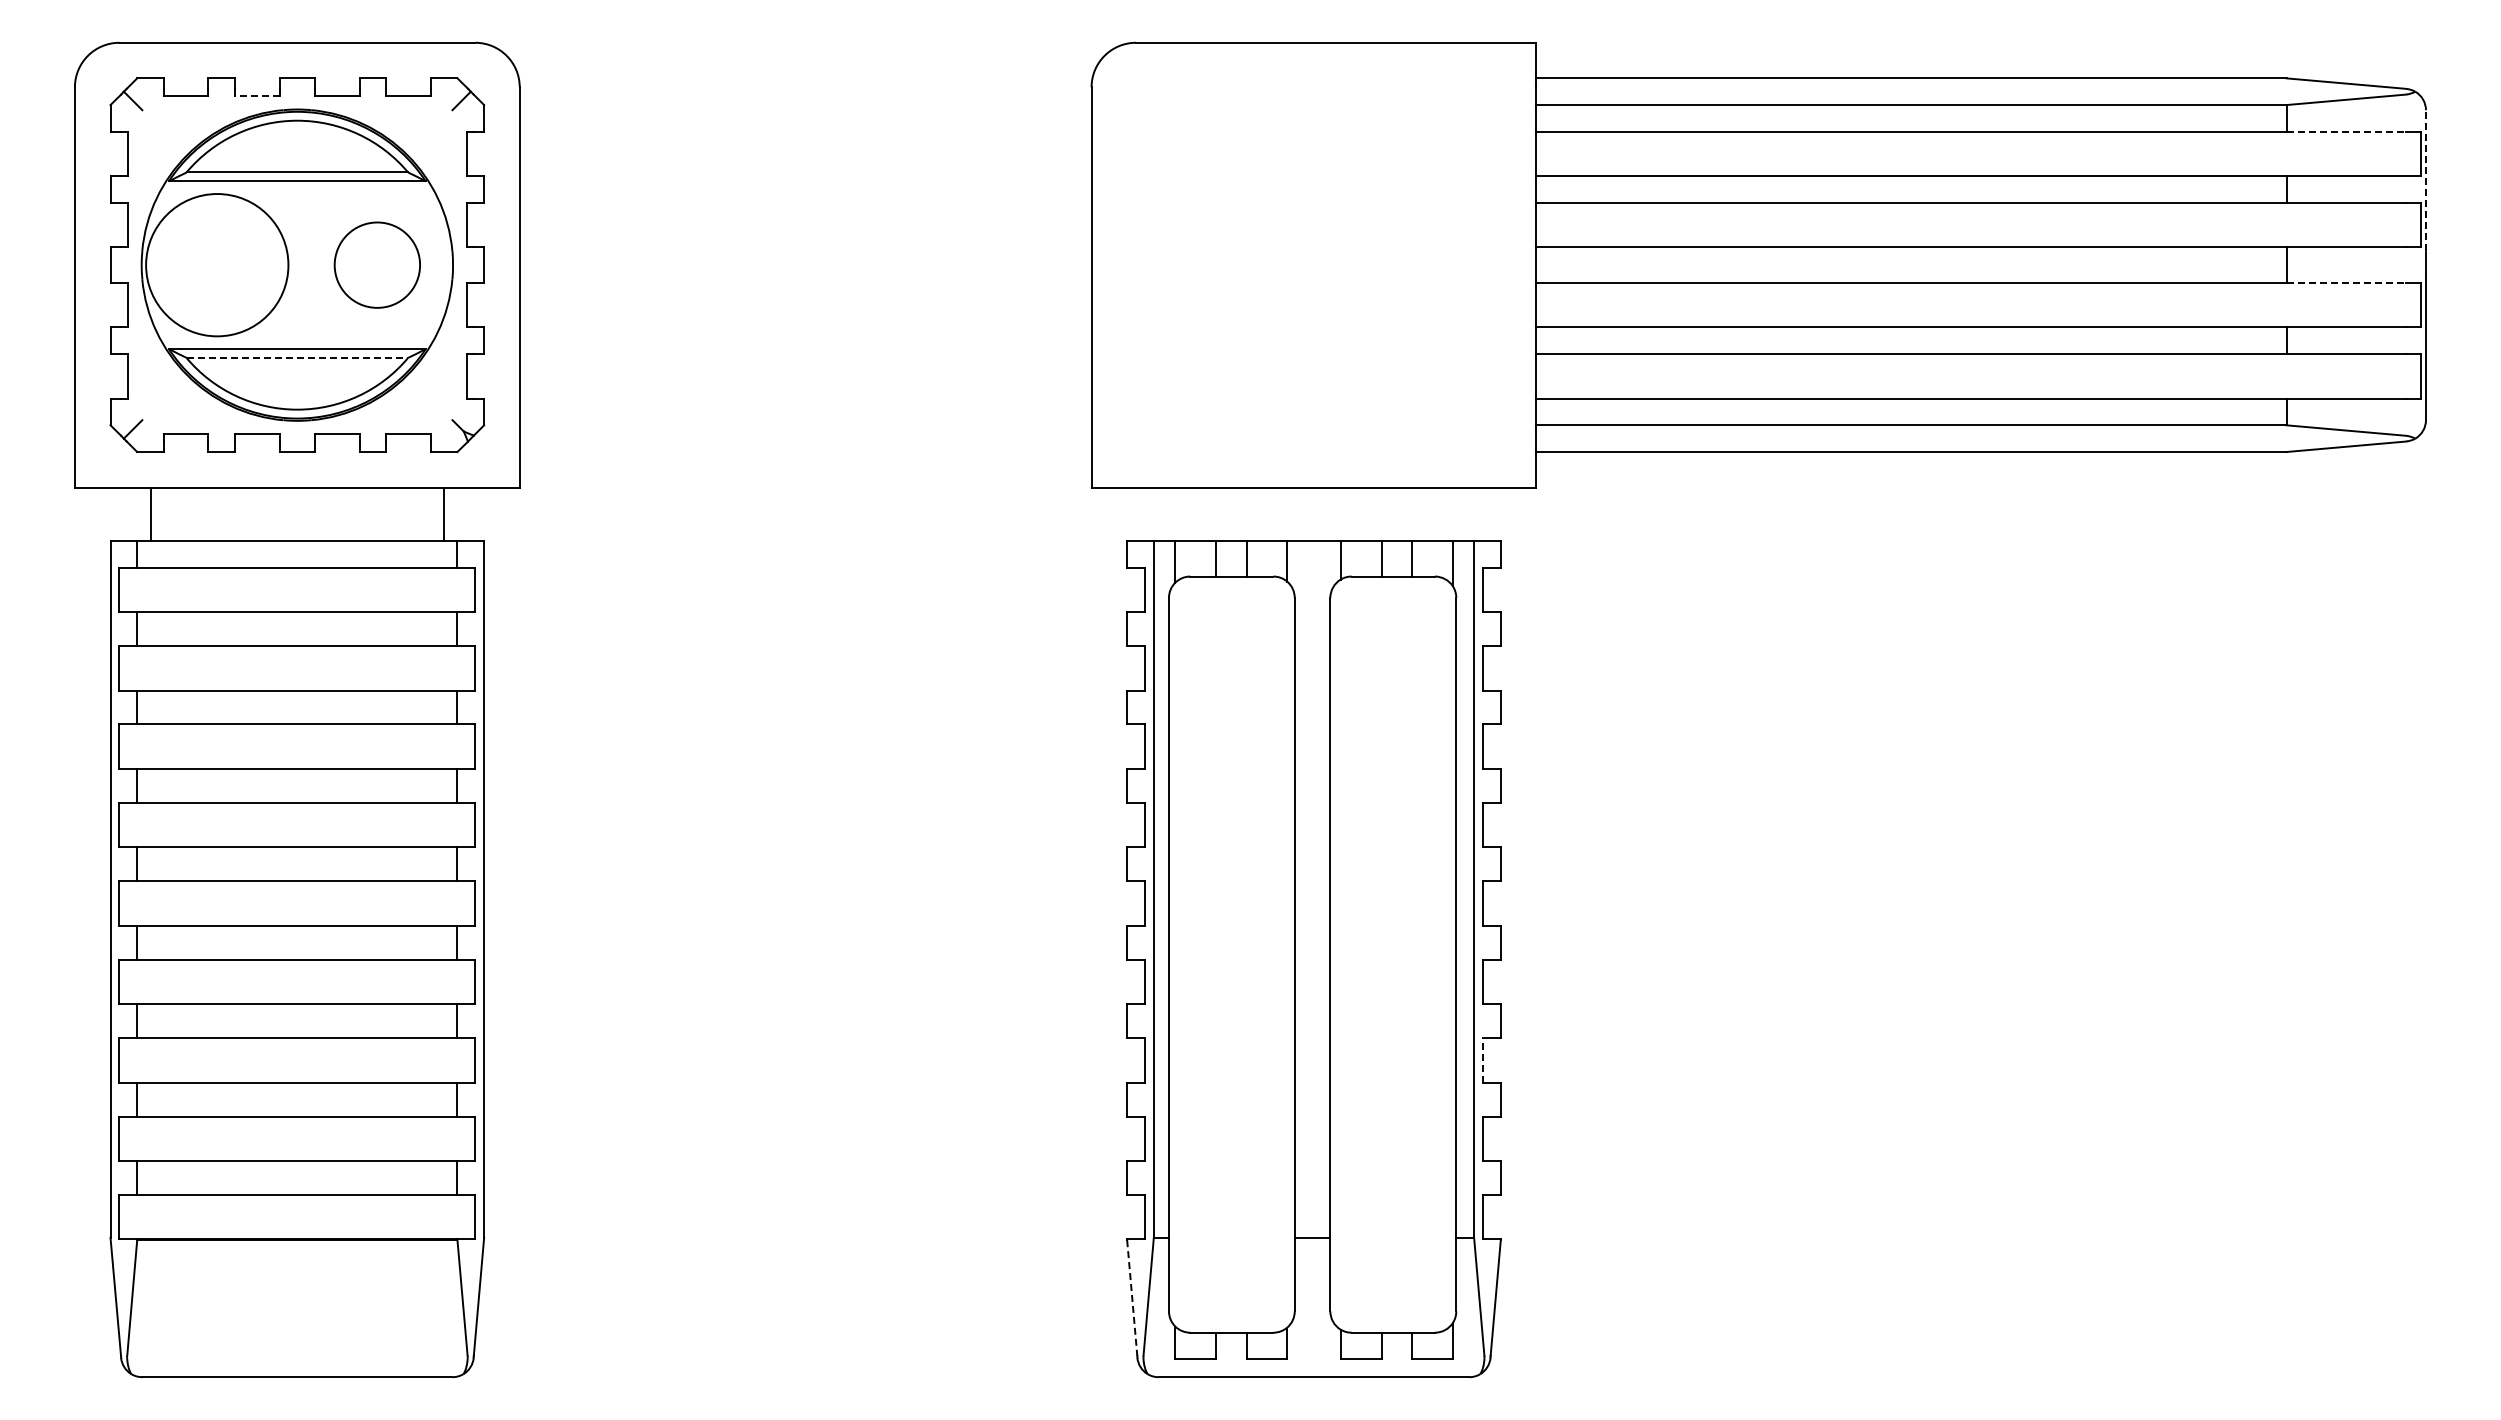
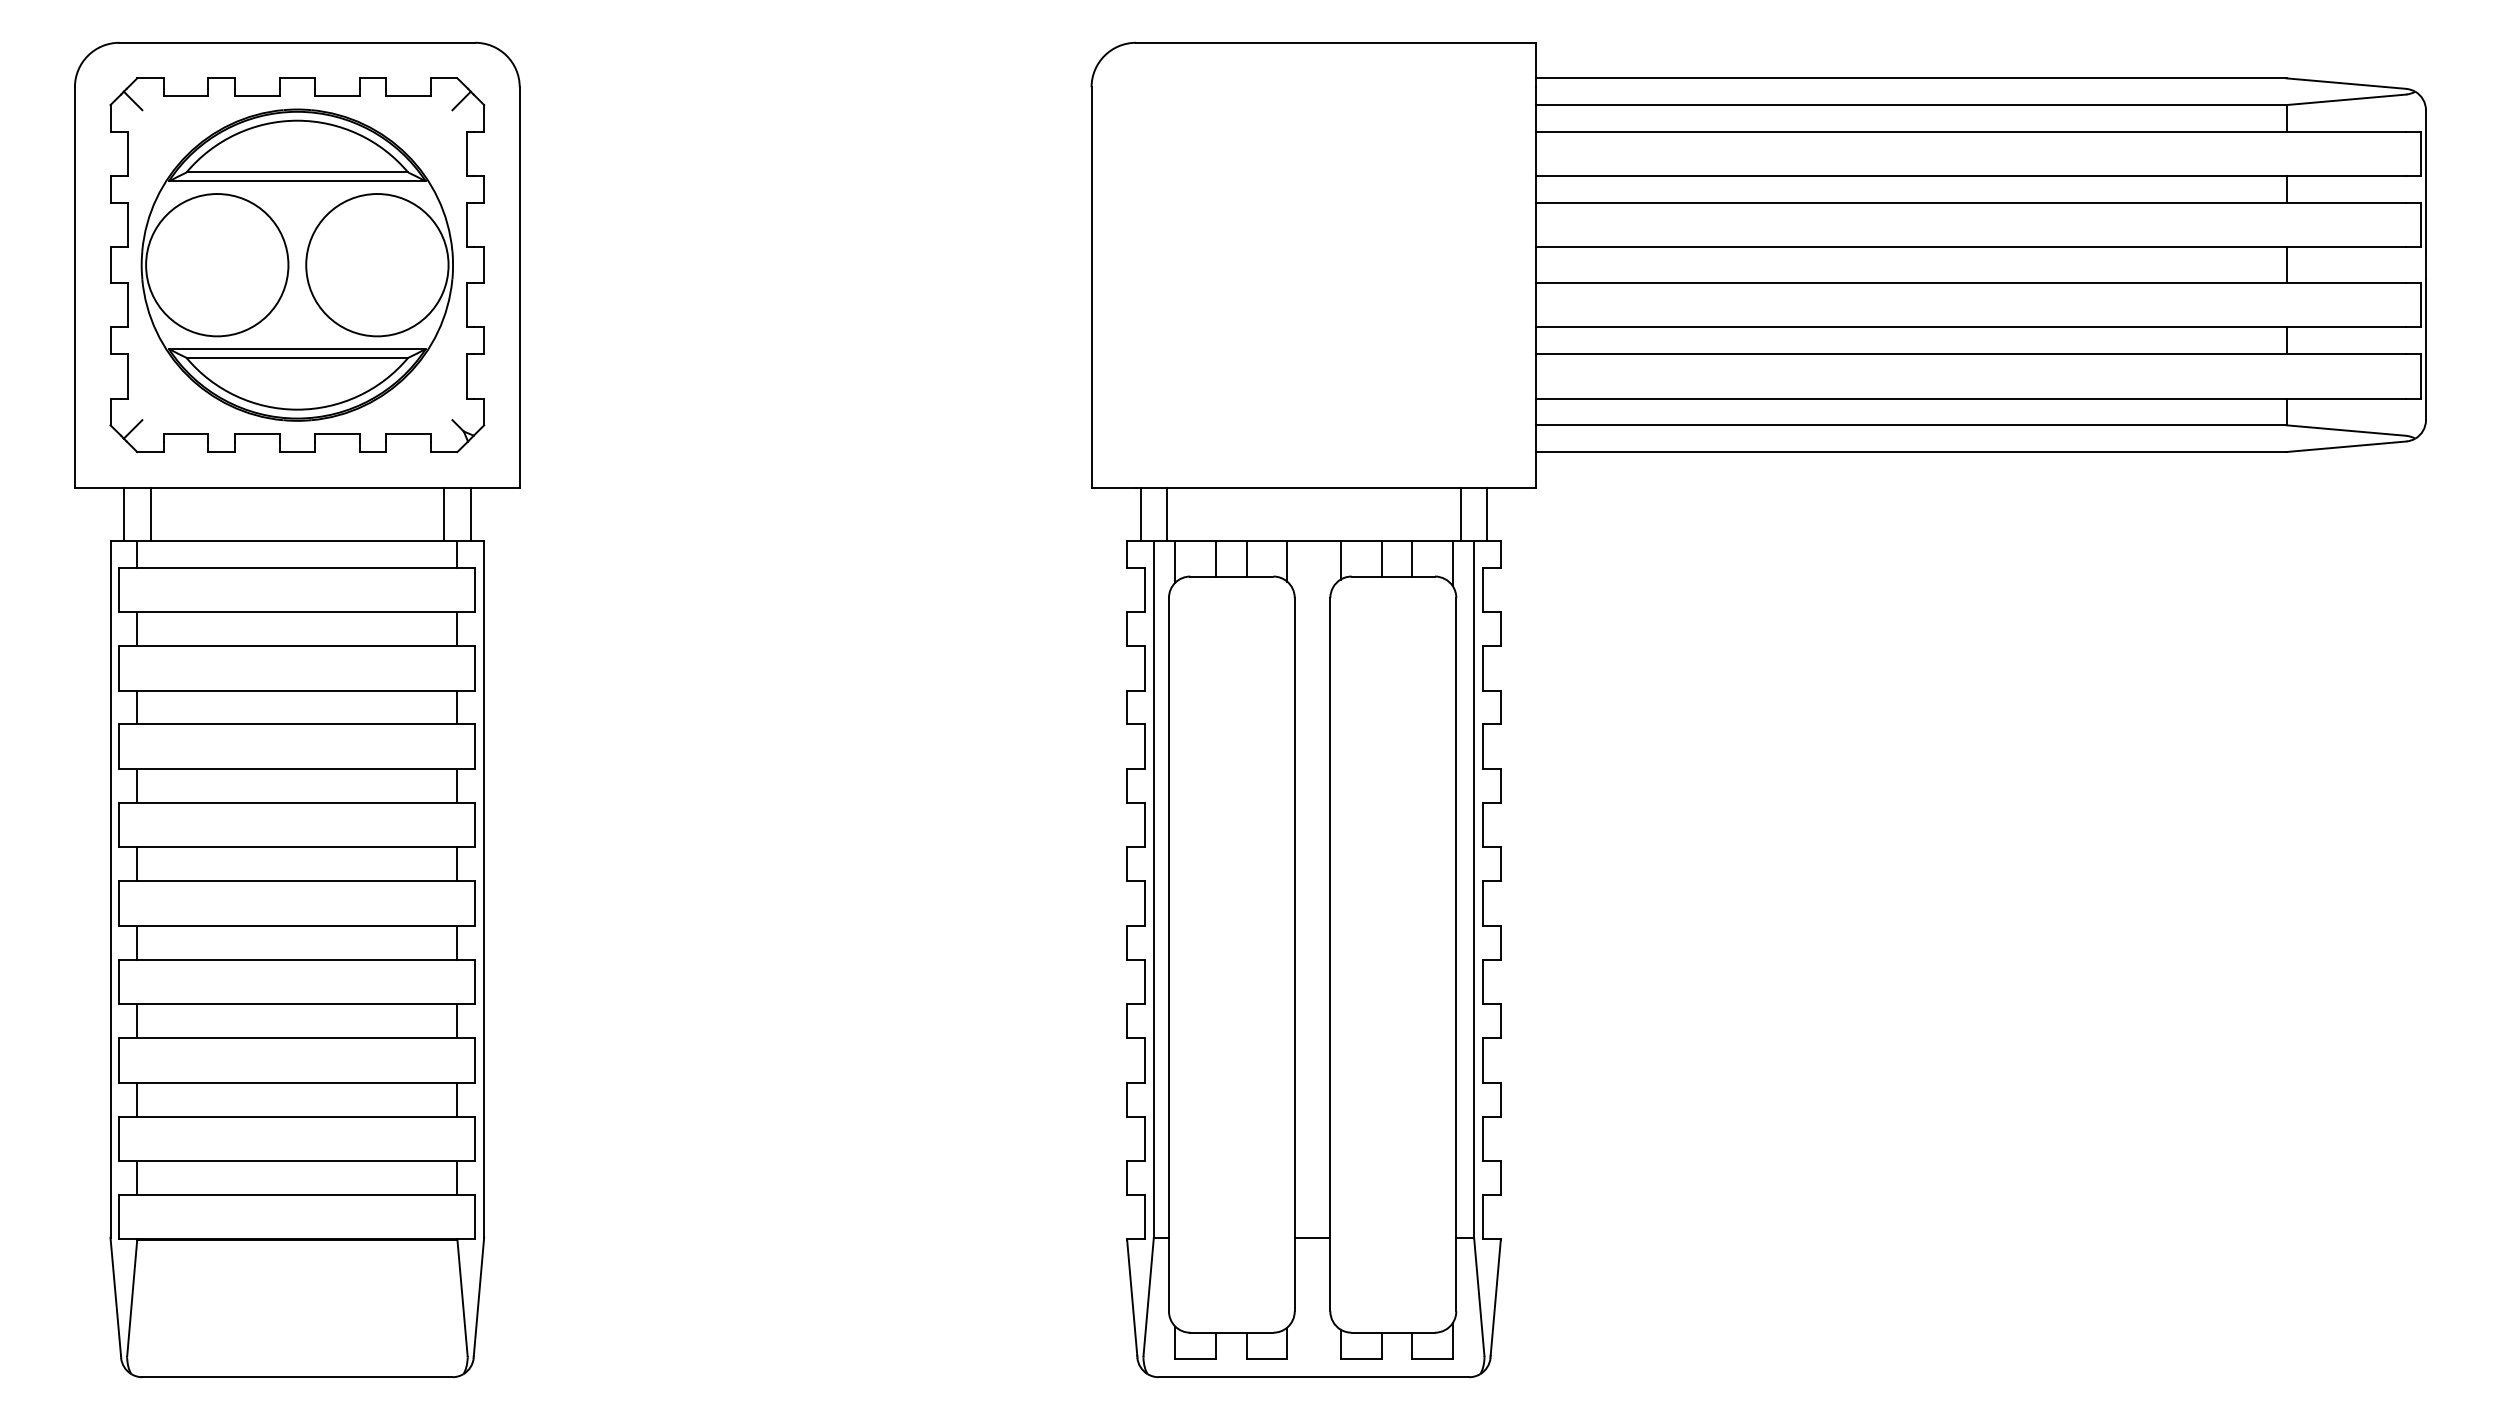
line at (256, 96): dashed -> solid
line at (2346, 131): dashed -> solid
line at (2425, 180): dashed -> solid
circle at (377, 264) diameter: 85 px -> 142 px
line at (2346, 282): dashed -> solid
line at (297, 357): dashed -> solid
line at (123, 513): none -> present
line at (470, 513): none -> present
line at (1140, 513): none -> present
line at (1167, 513): none -> present
line at (1460, 513): none -> present
line at (1487, 513): none -> present
line at (1483, 1059): dashed -> solid
line at (1132, 1298): dashed -> solid
